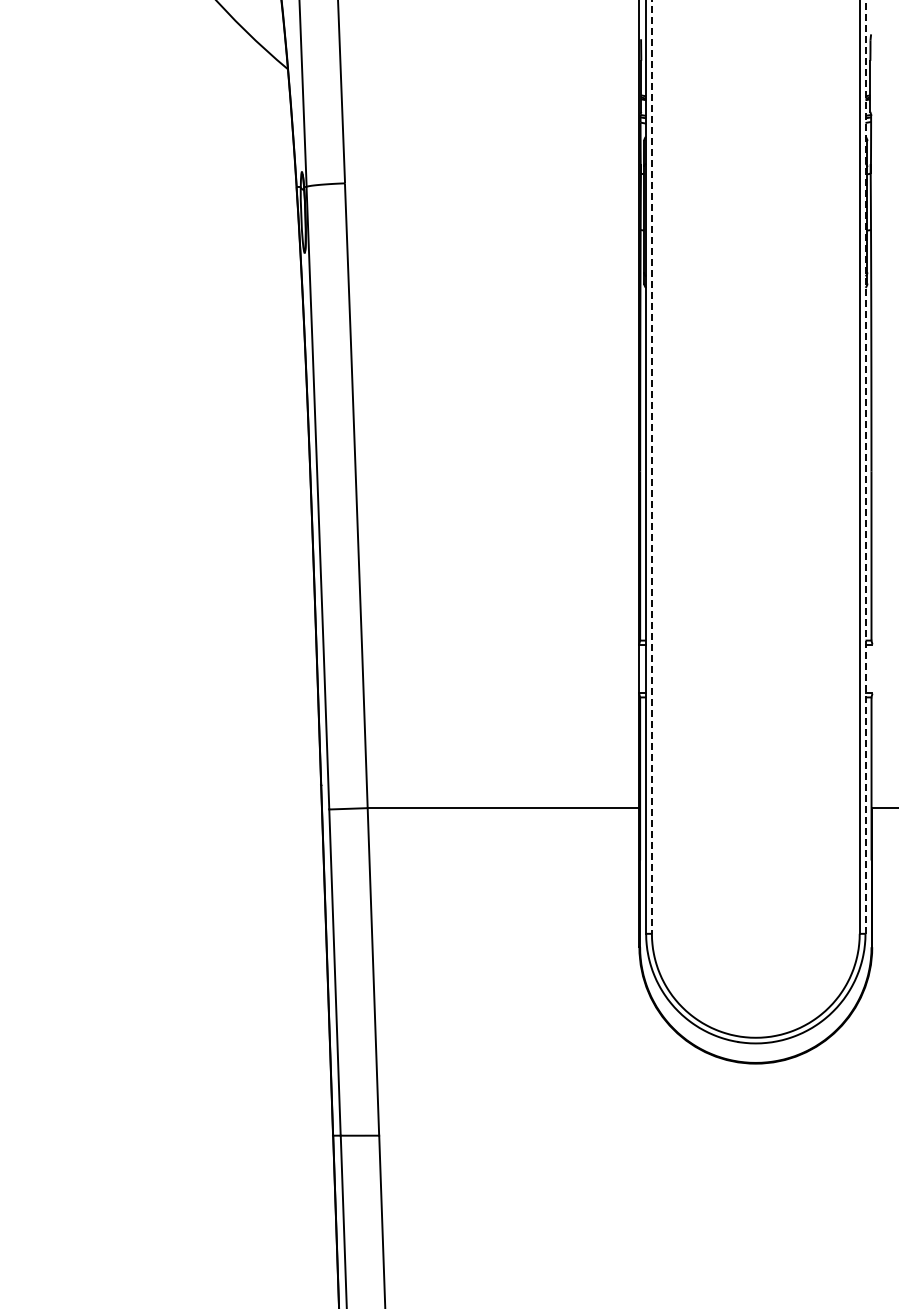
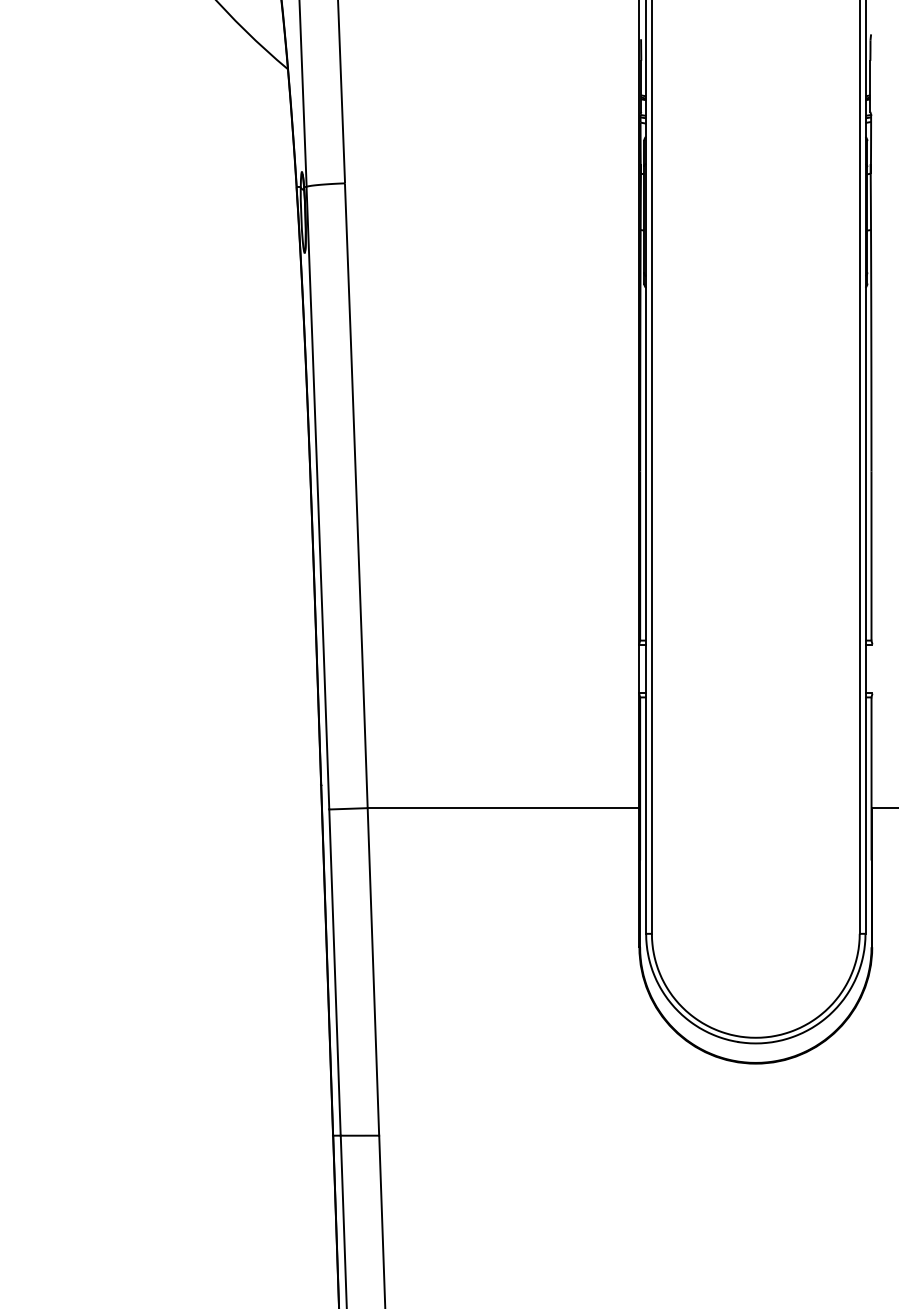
line at (651, 467): dashed -> solid
line at (865, 467): dashed -> solid
